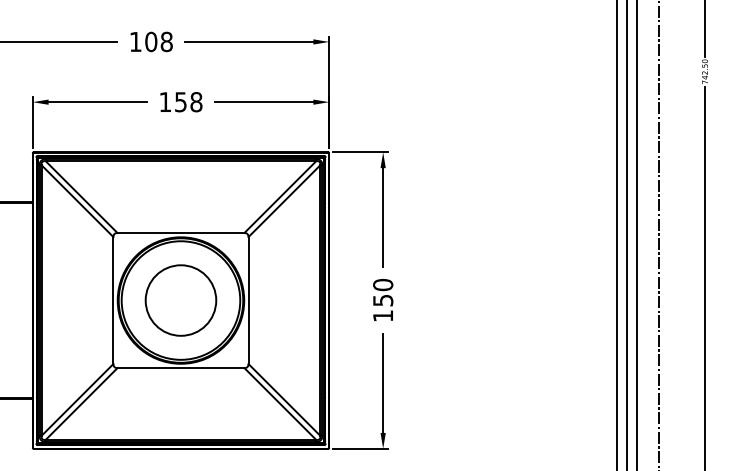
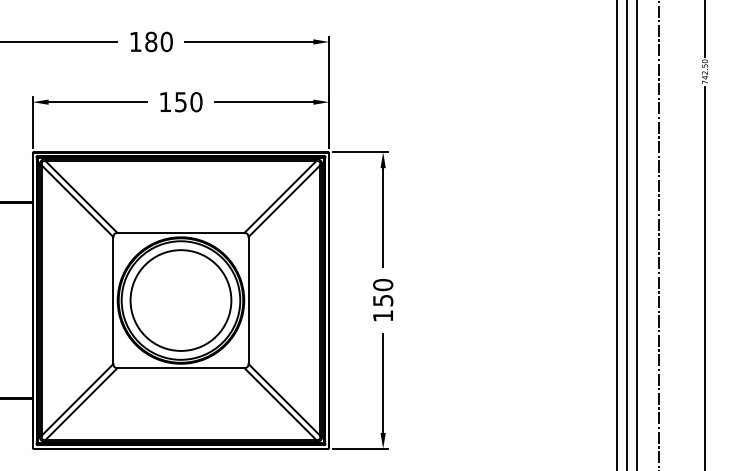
text at (158, 41): 108 -> 180
text at (196, 101): 158 -> 150
circle at (180, 300) diameter: 71 px -> 101 px
